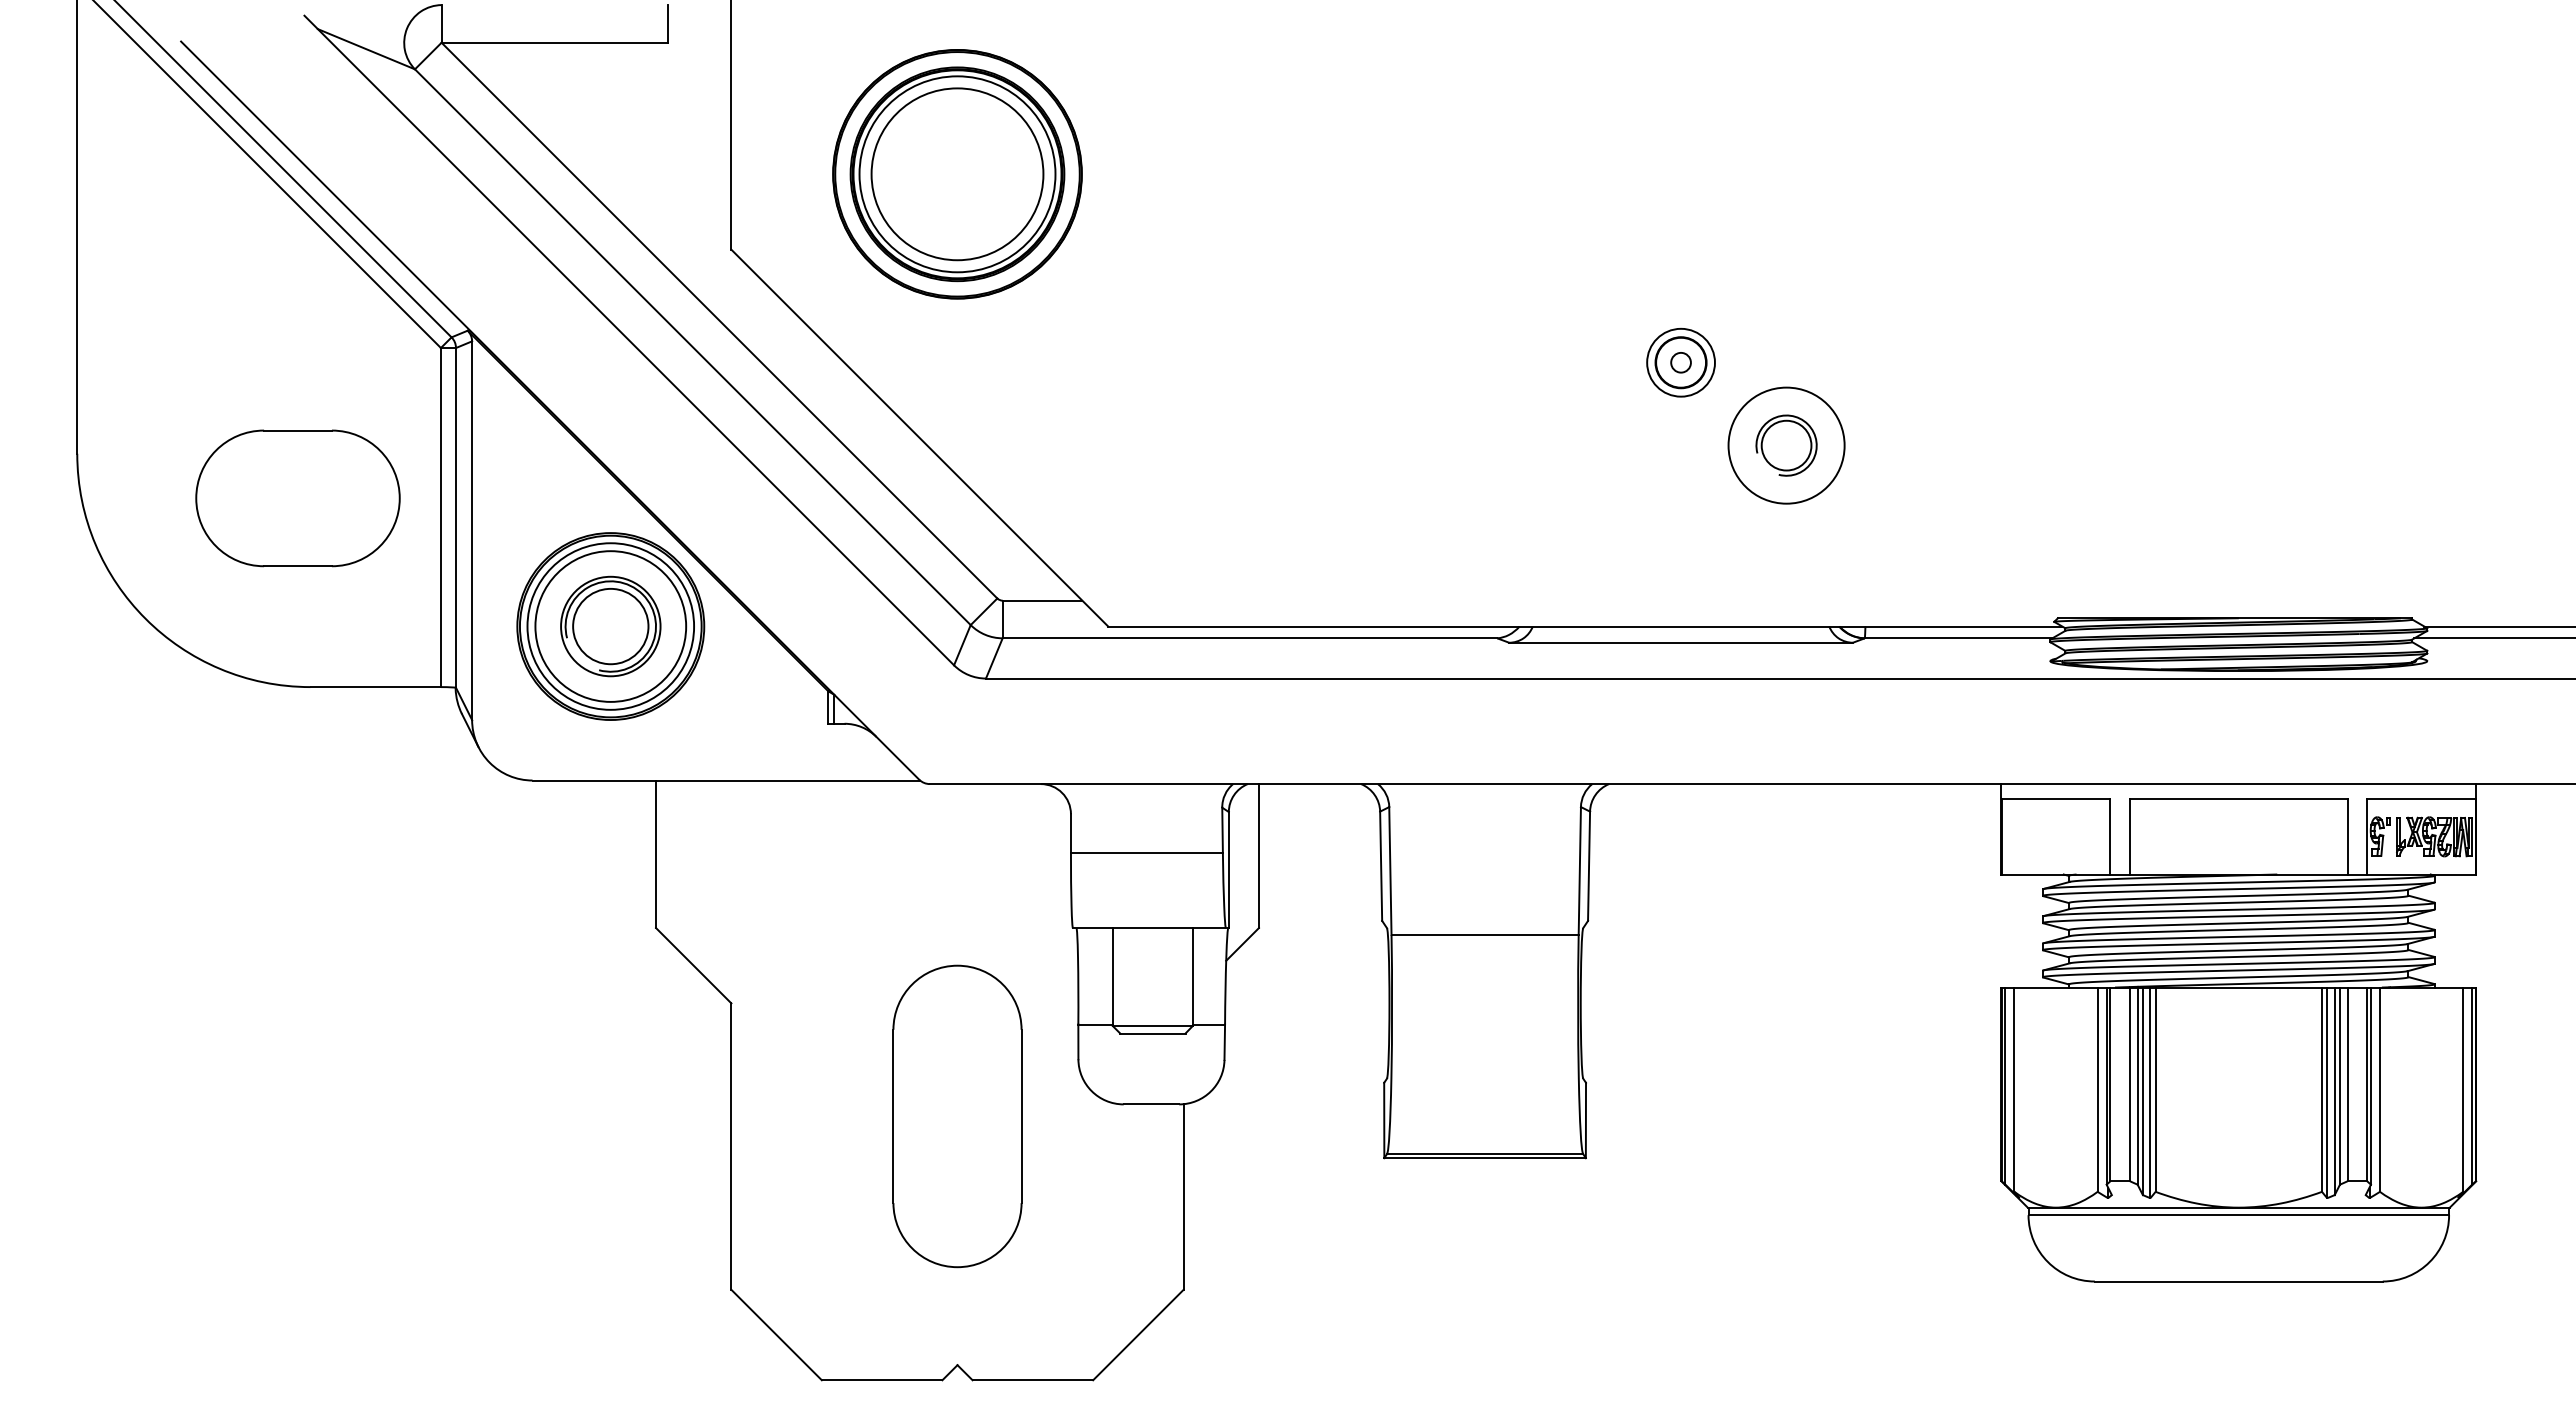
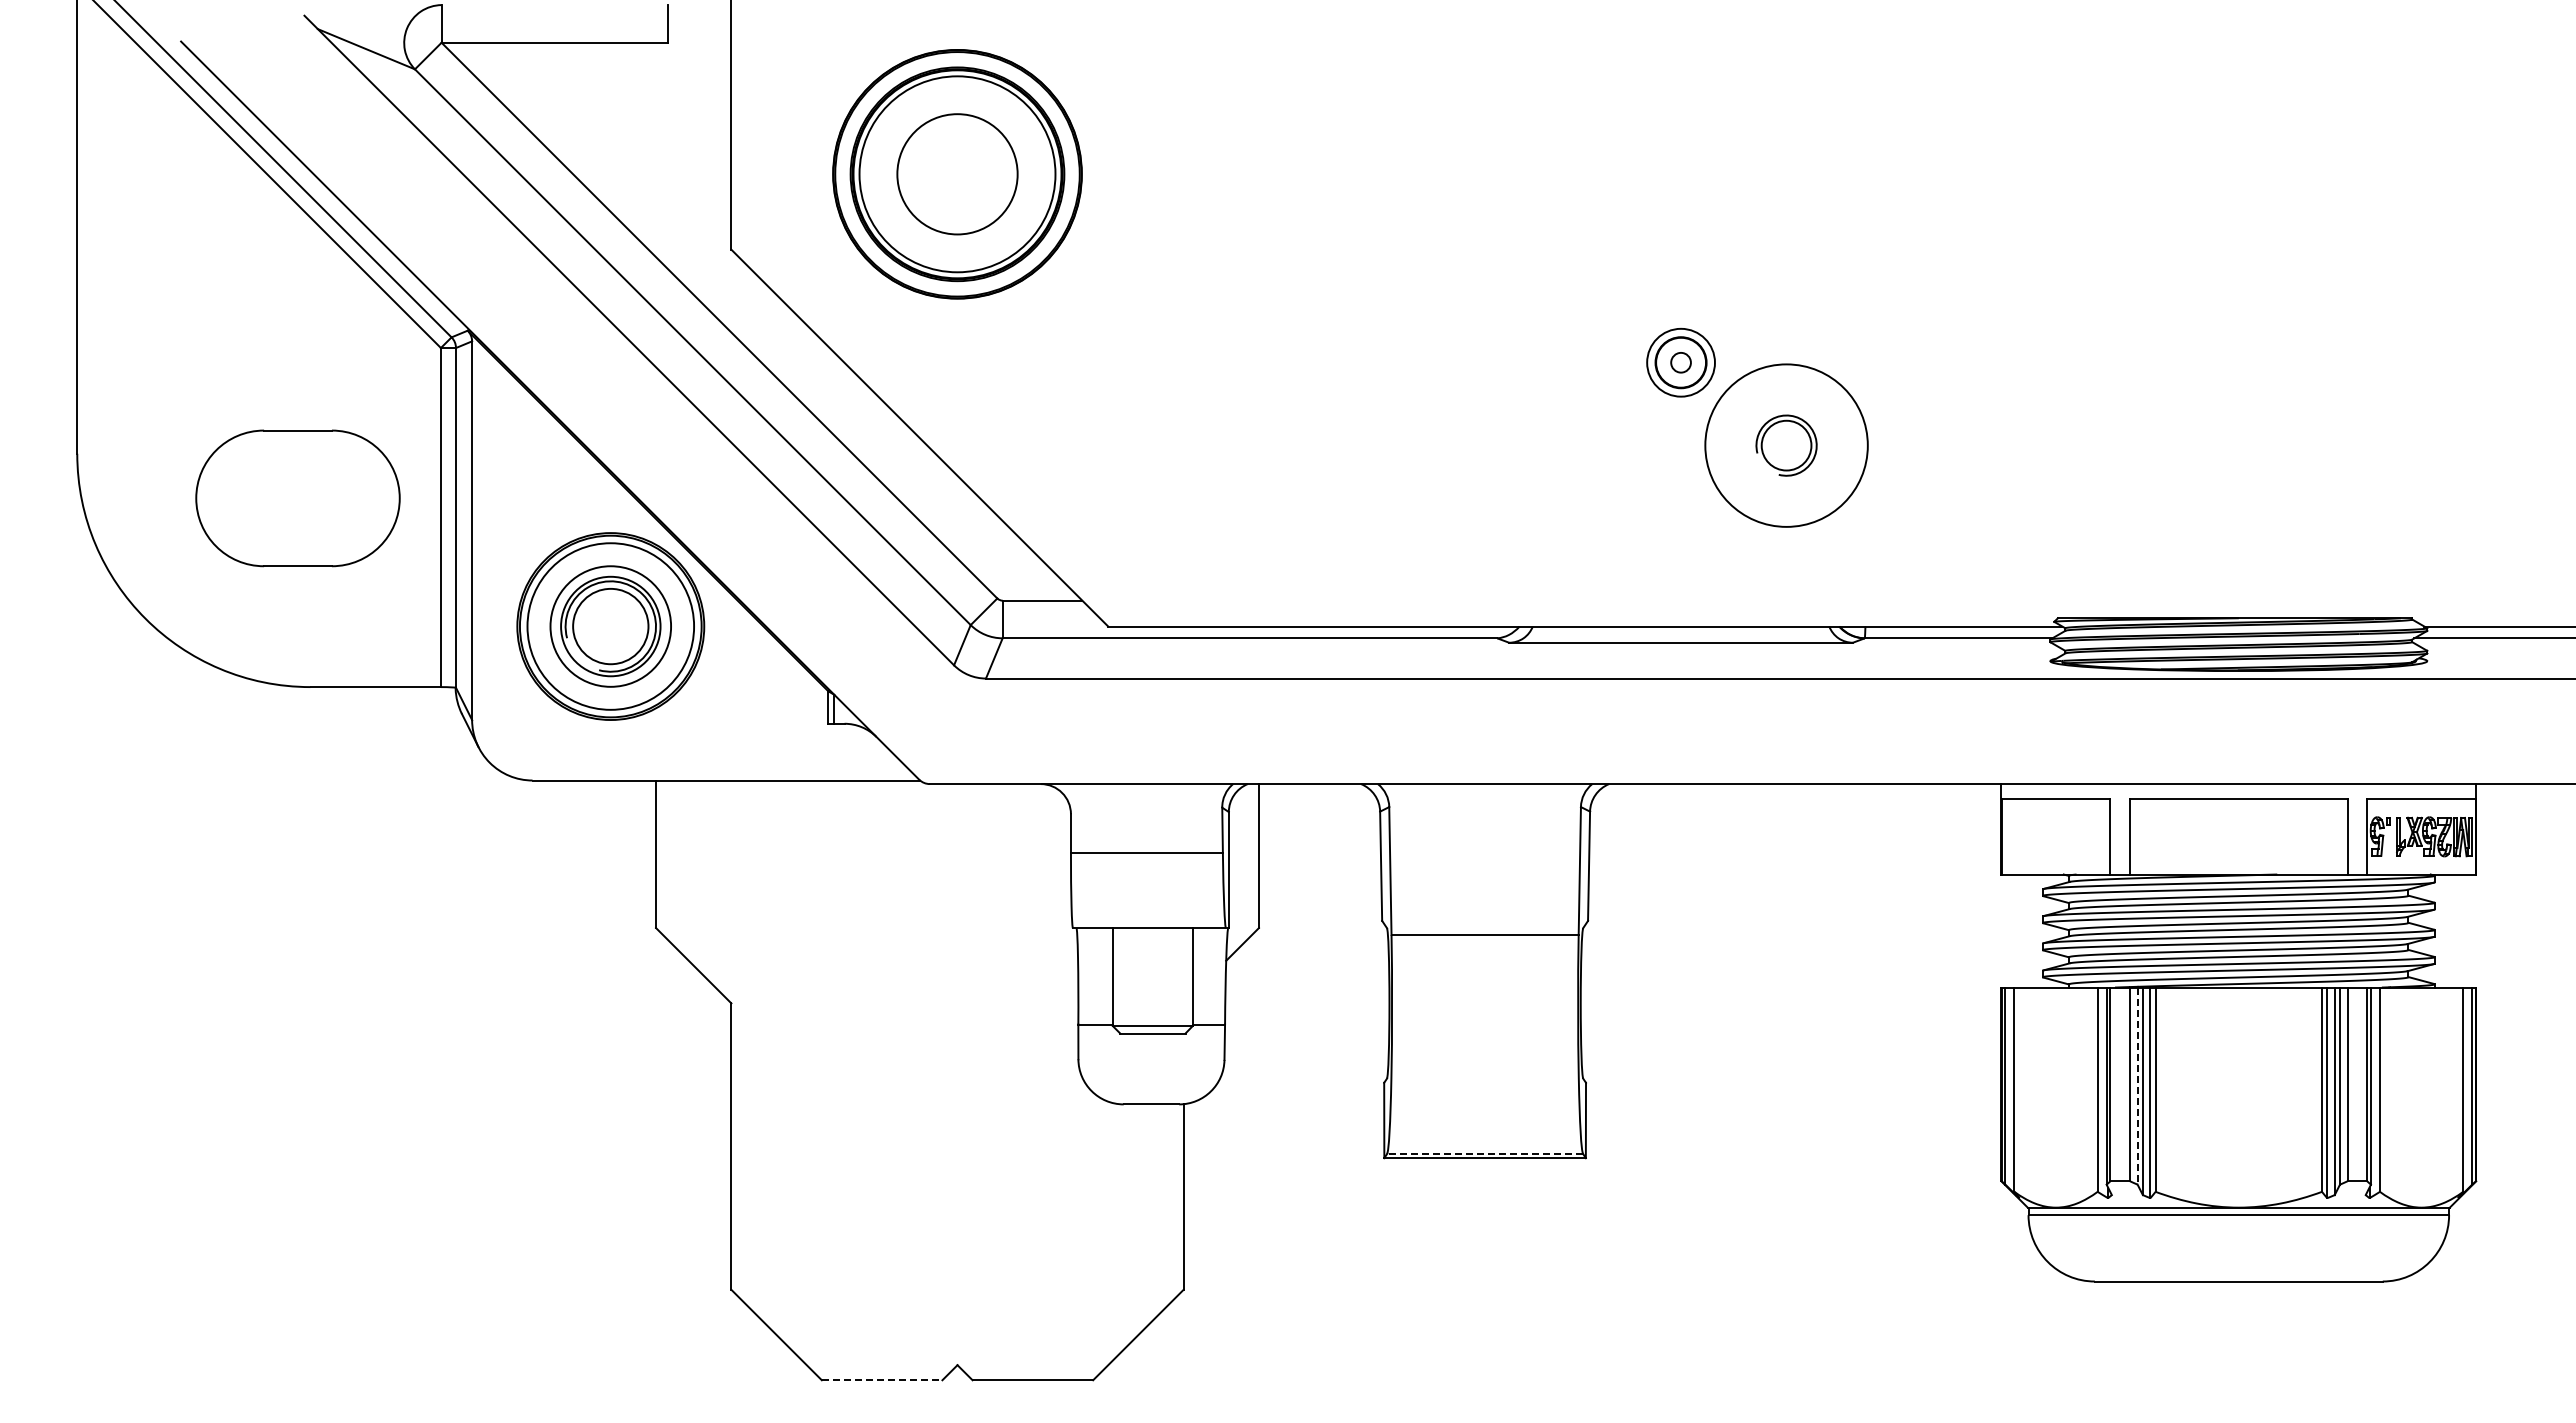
circle at (957, 174) diameter: 172 px -> 120 px
circle at (1786, 445) diameter: 116 px -> 162 px
circle at (610, 626) diameter: 151 px -> 121 px
line at (2137, 1086): solid -> dashed
part at (957, 1116): present -> none
line at (1485, 1153): solid -> dashed
line at (882, 1380): solid -> dashed
